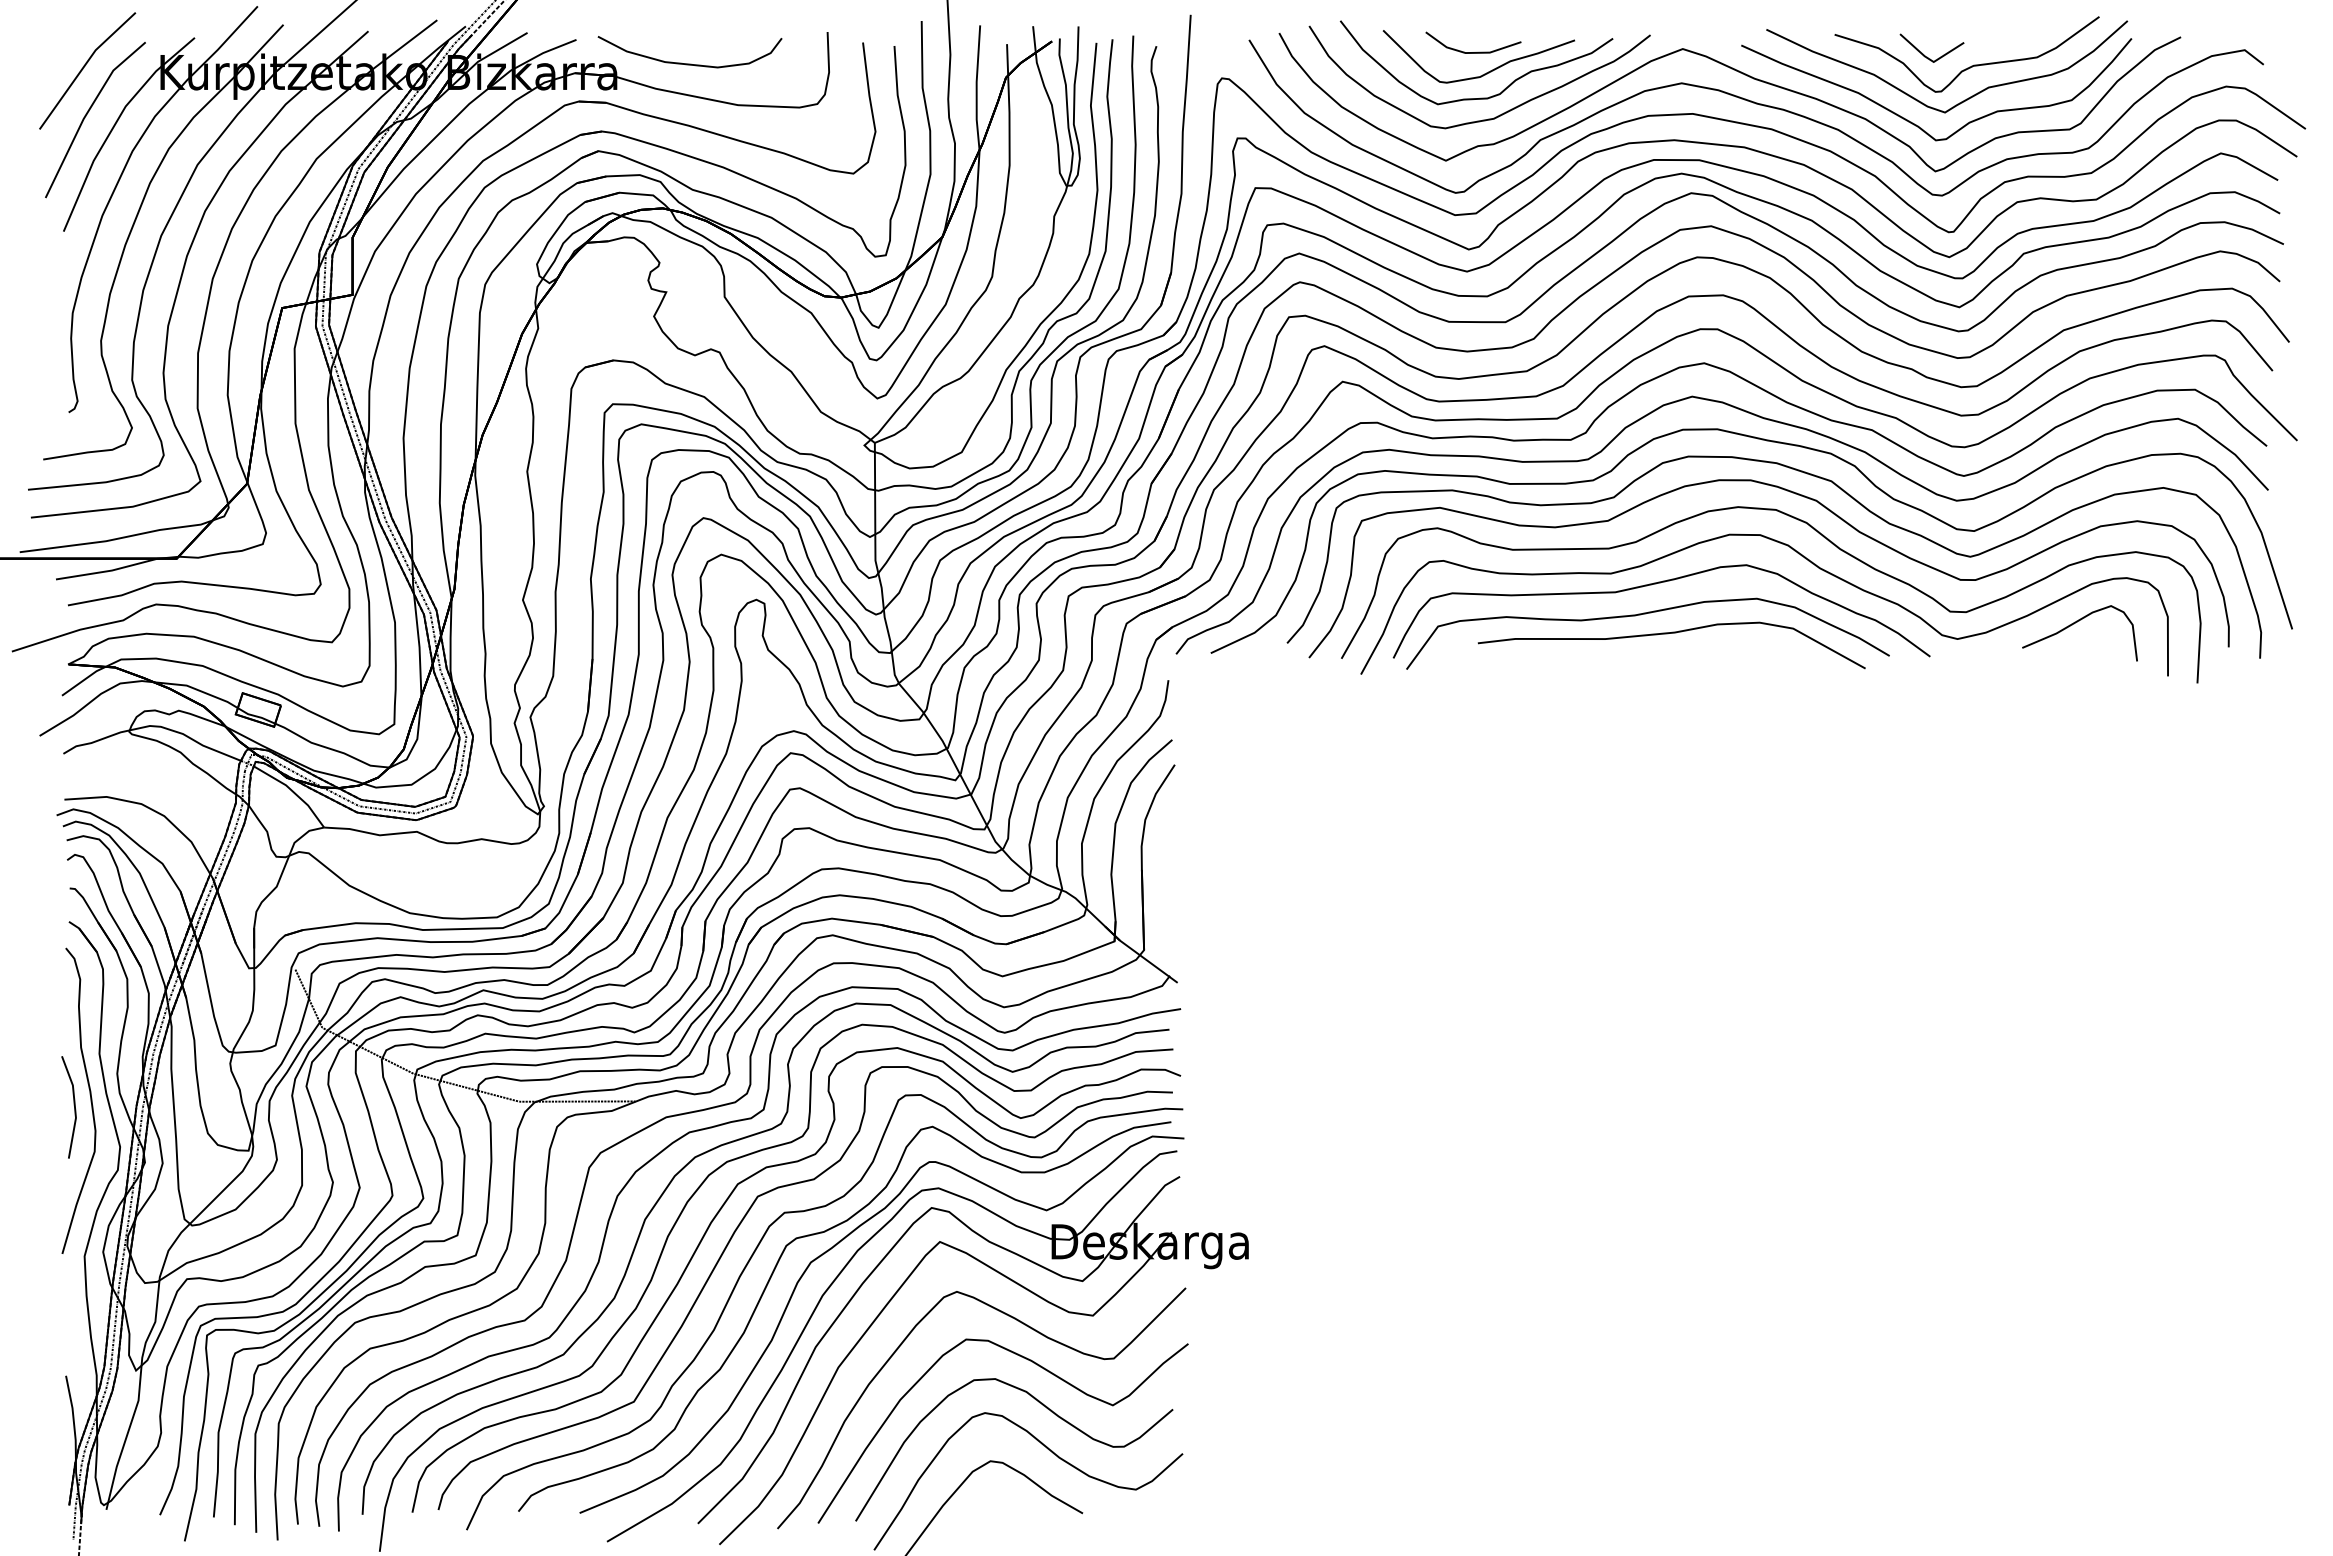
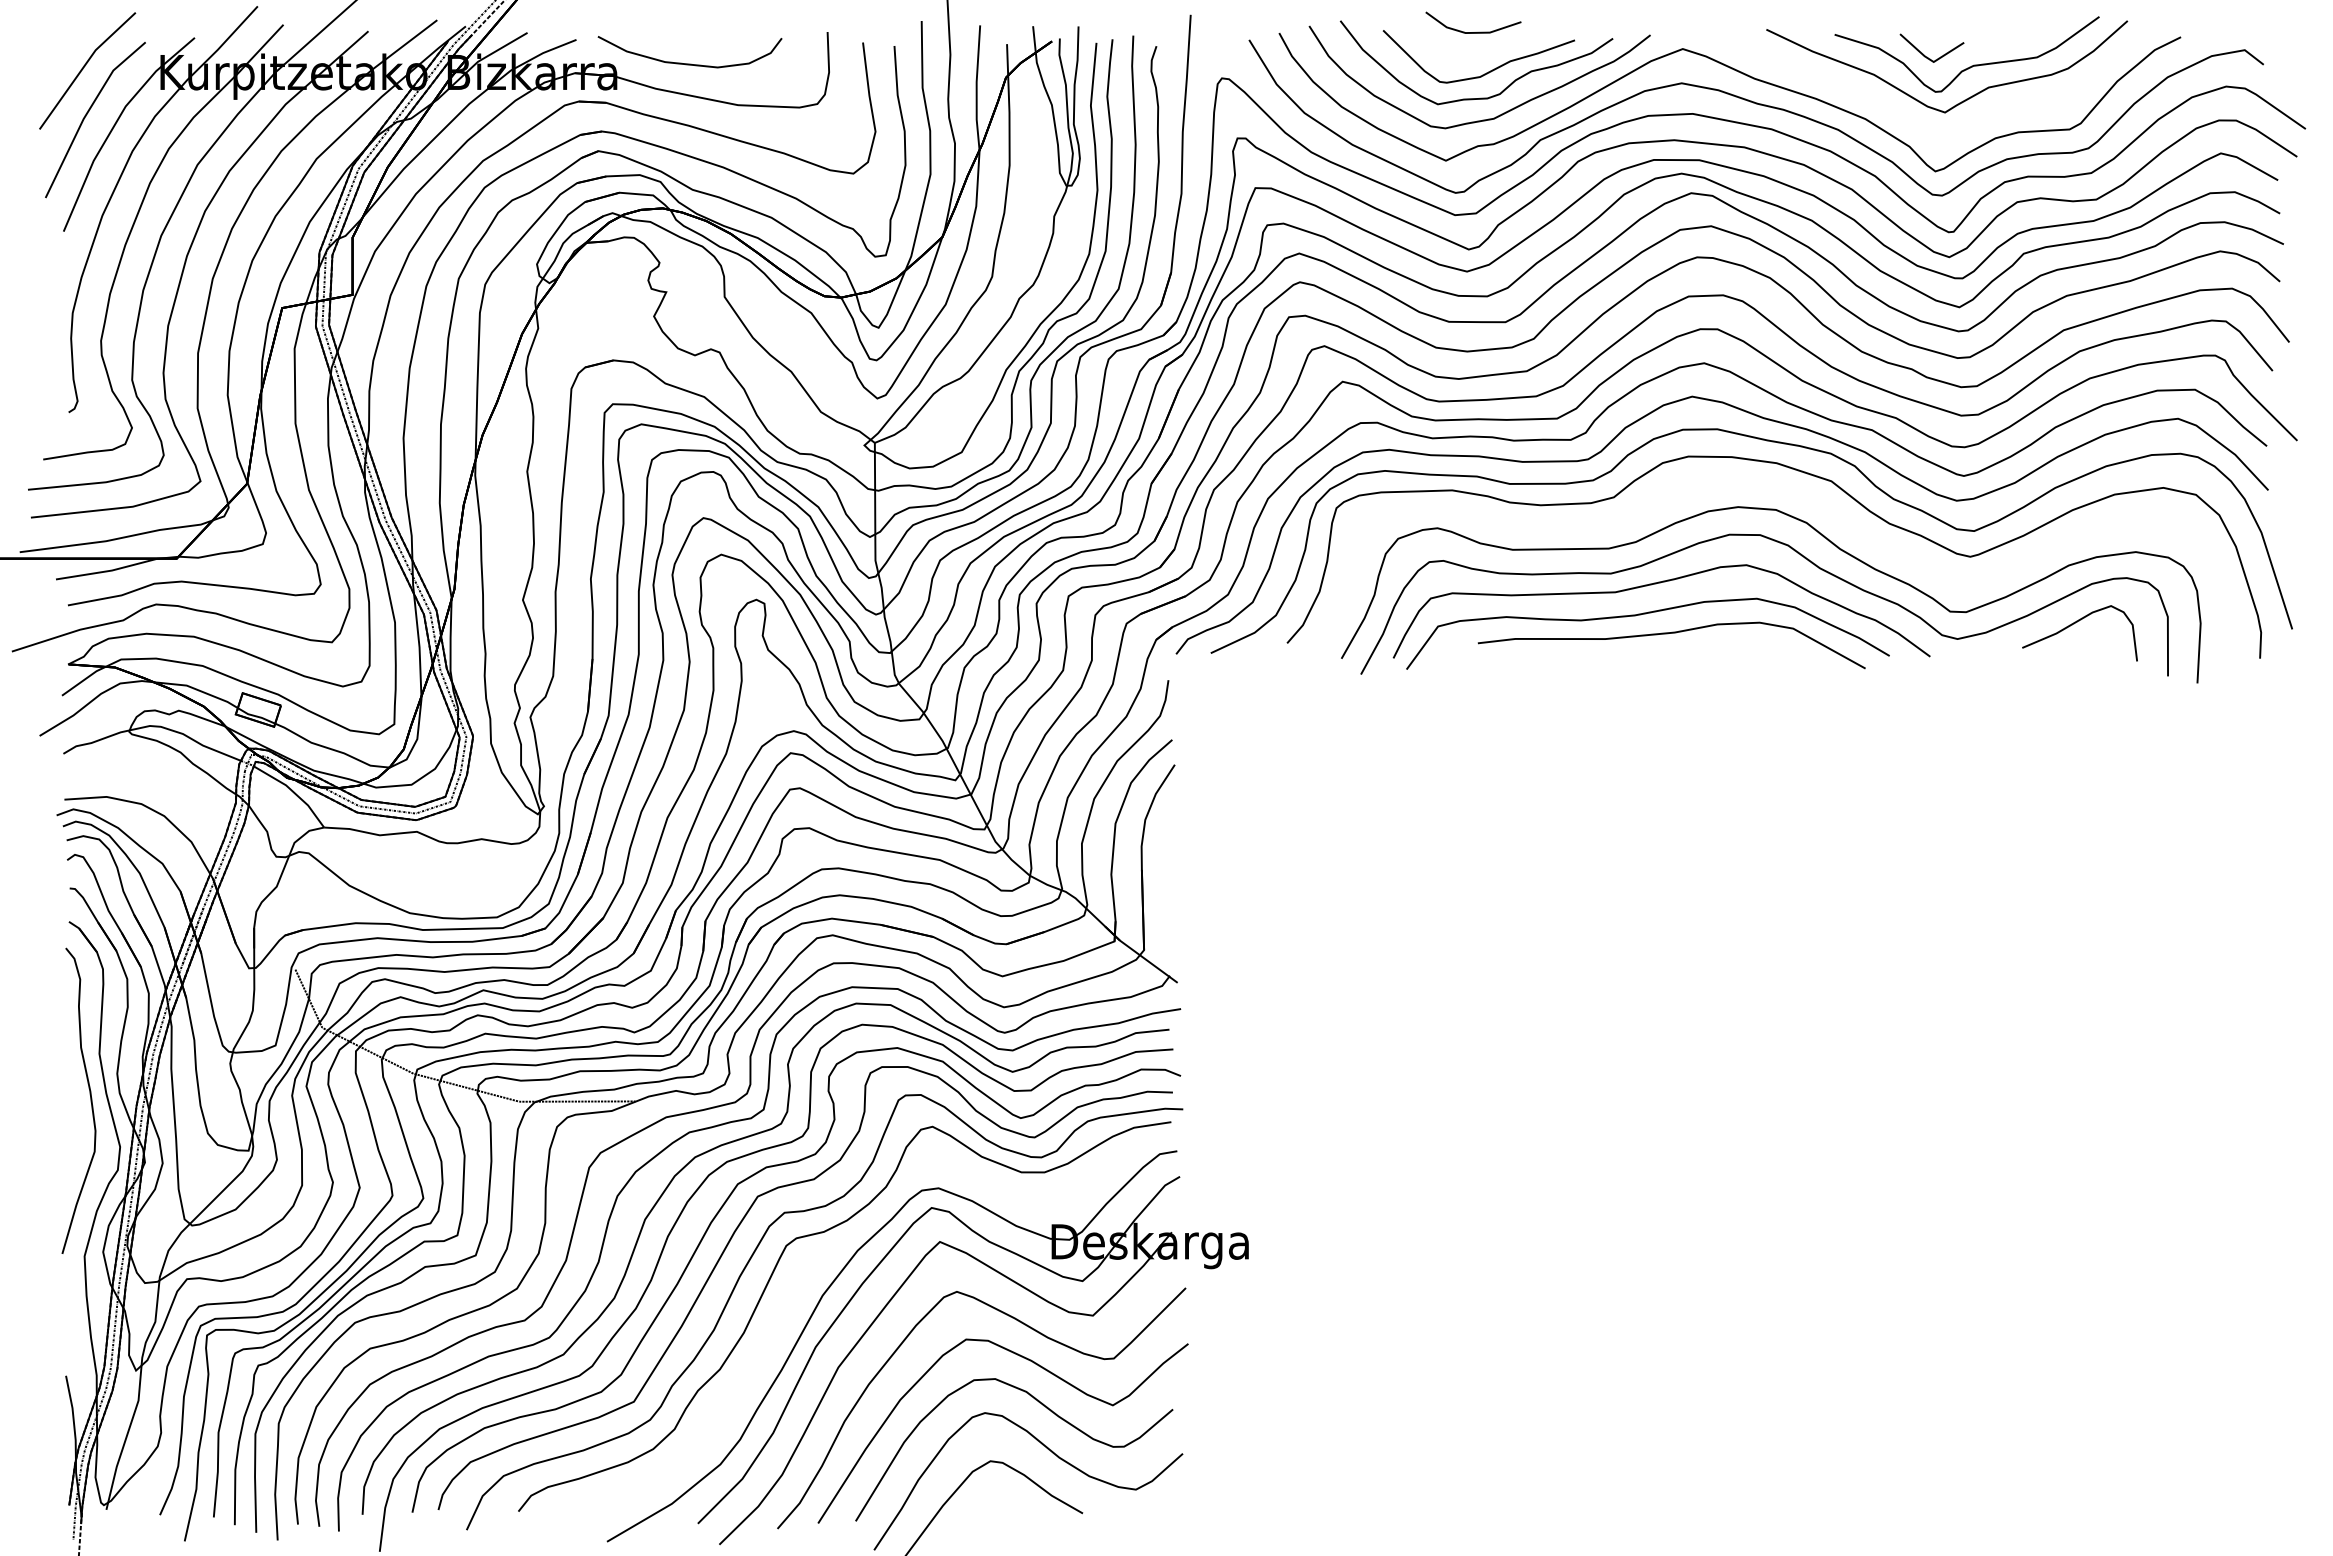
line at (1473, 52) position: (1473, 52) -> (1473, 32)
curve at (1918, 125): present -> none
curve at (1792, 493): present -> none
line at (73, 1105): present -> none
curve at (830, 1250): present -> none
